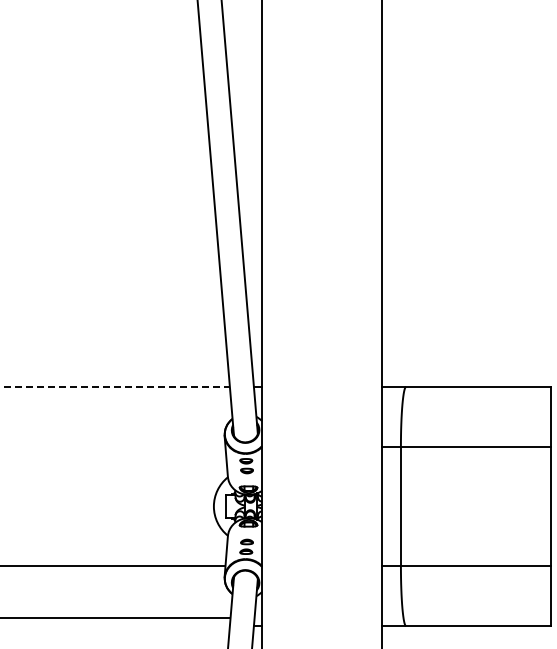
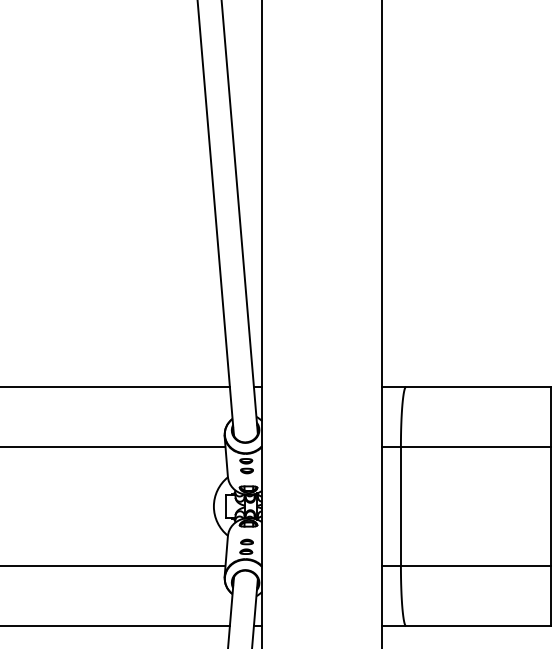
line at (115, 386): dashed -> solid
line at (113, 446): none -> present
line at (115, 618) position: (115, 618) -> (115, 626)
